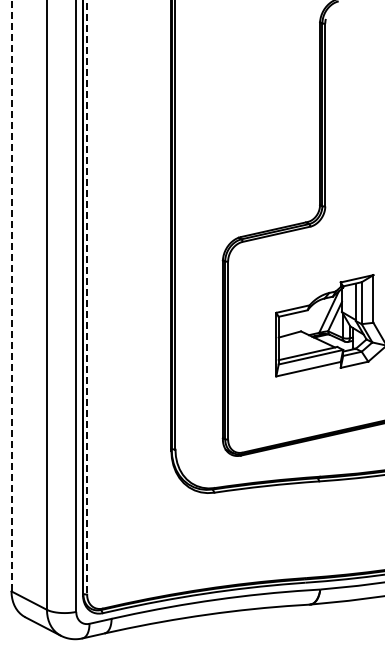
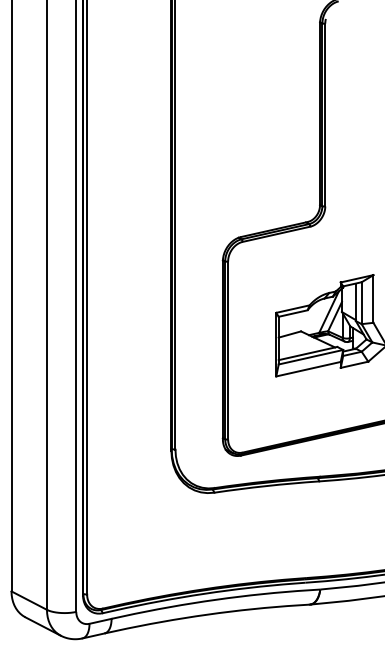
line at (11, 295): dashed -> solid
line at (87, 297): dashed -> solid
